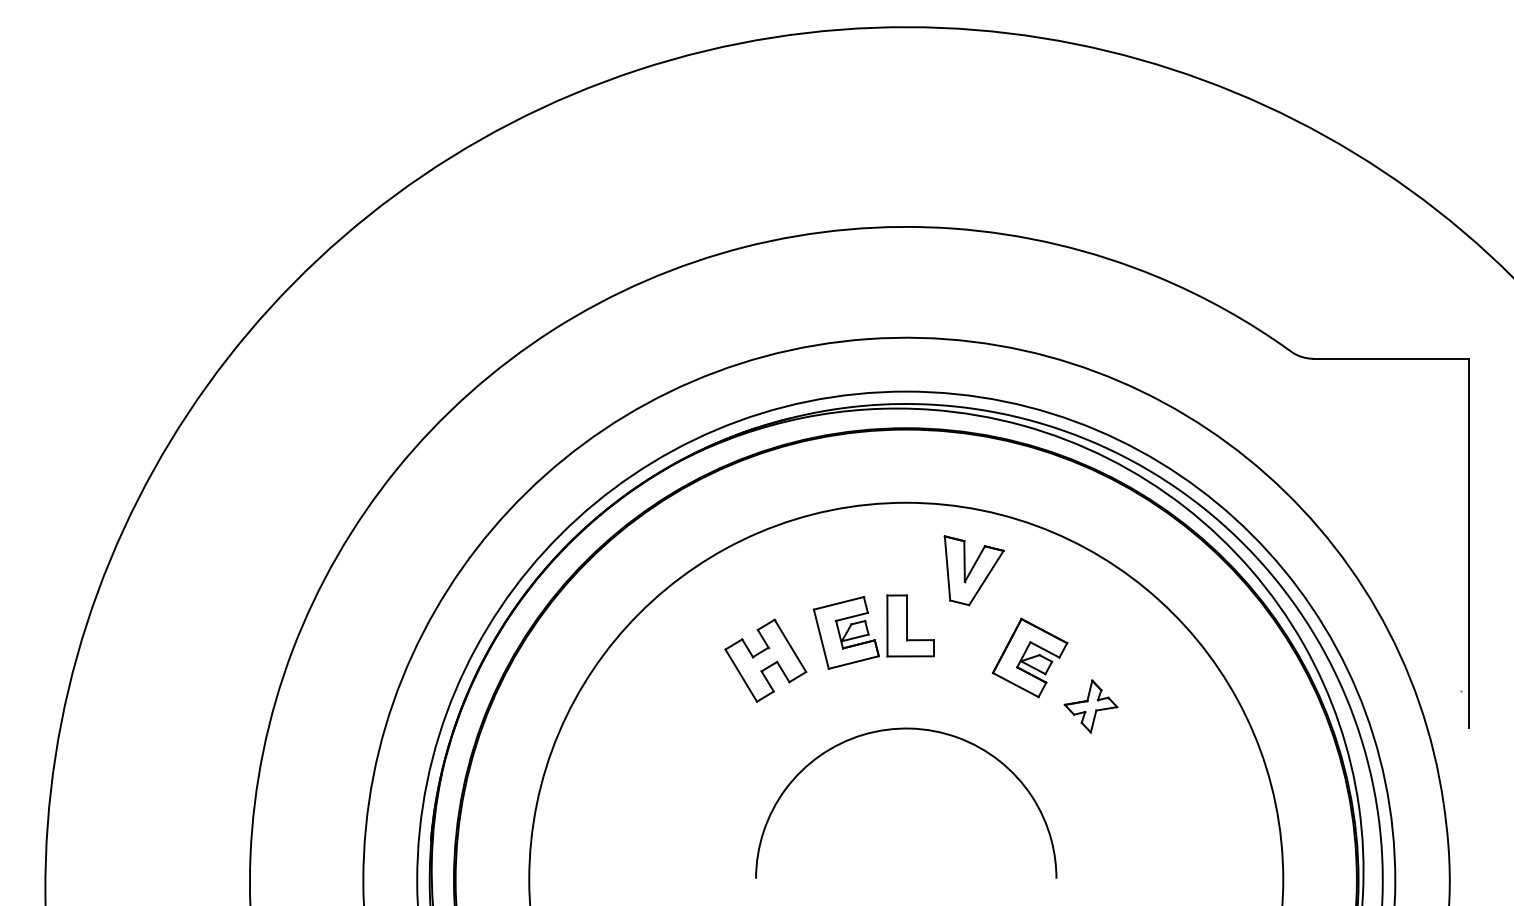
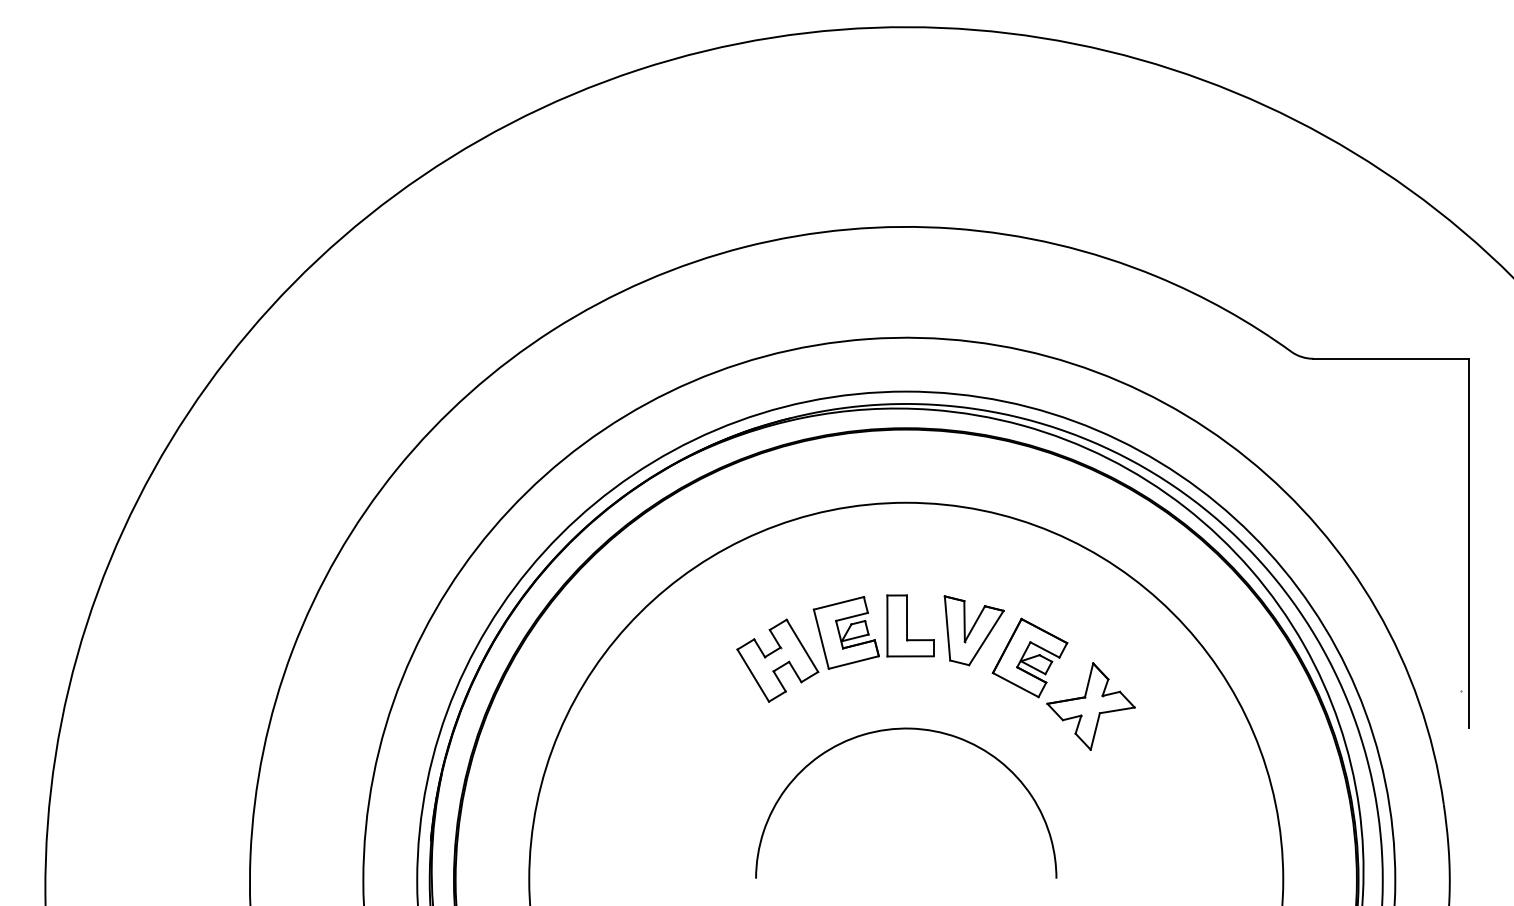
part at (973, 570) position: (973, 570) -> (973, 630)
part at (765, 660) position: (765, 660) -> (777, 660)
part at (1090, 706) size: 56x55 px -> 90x89 px
